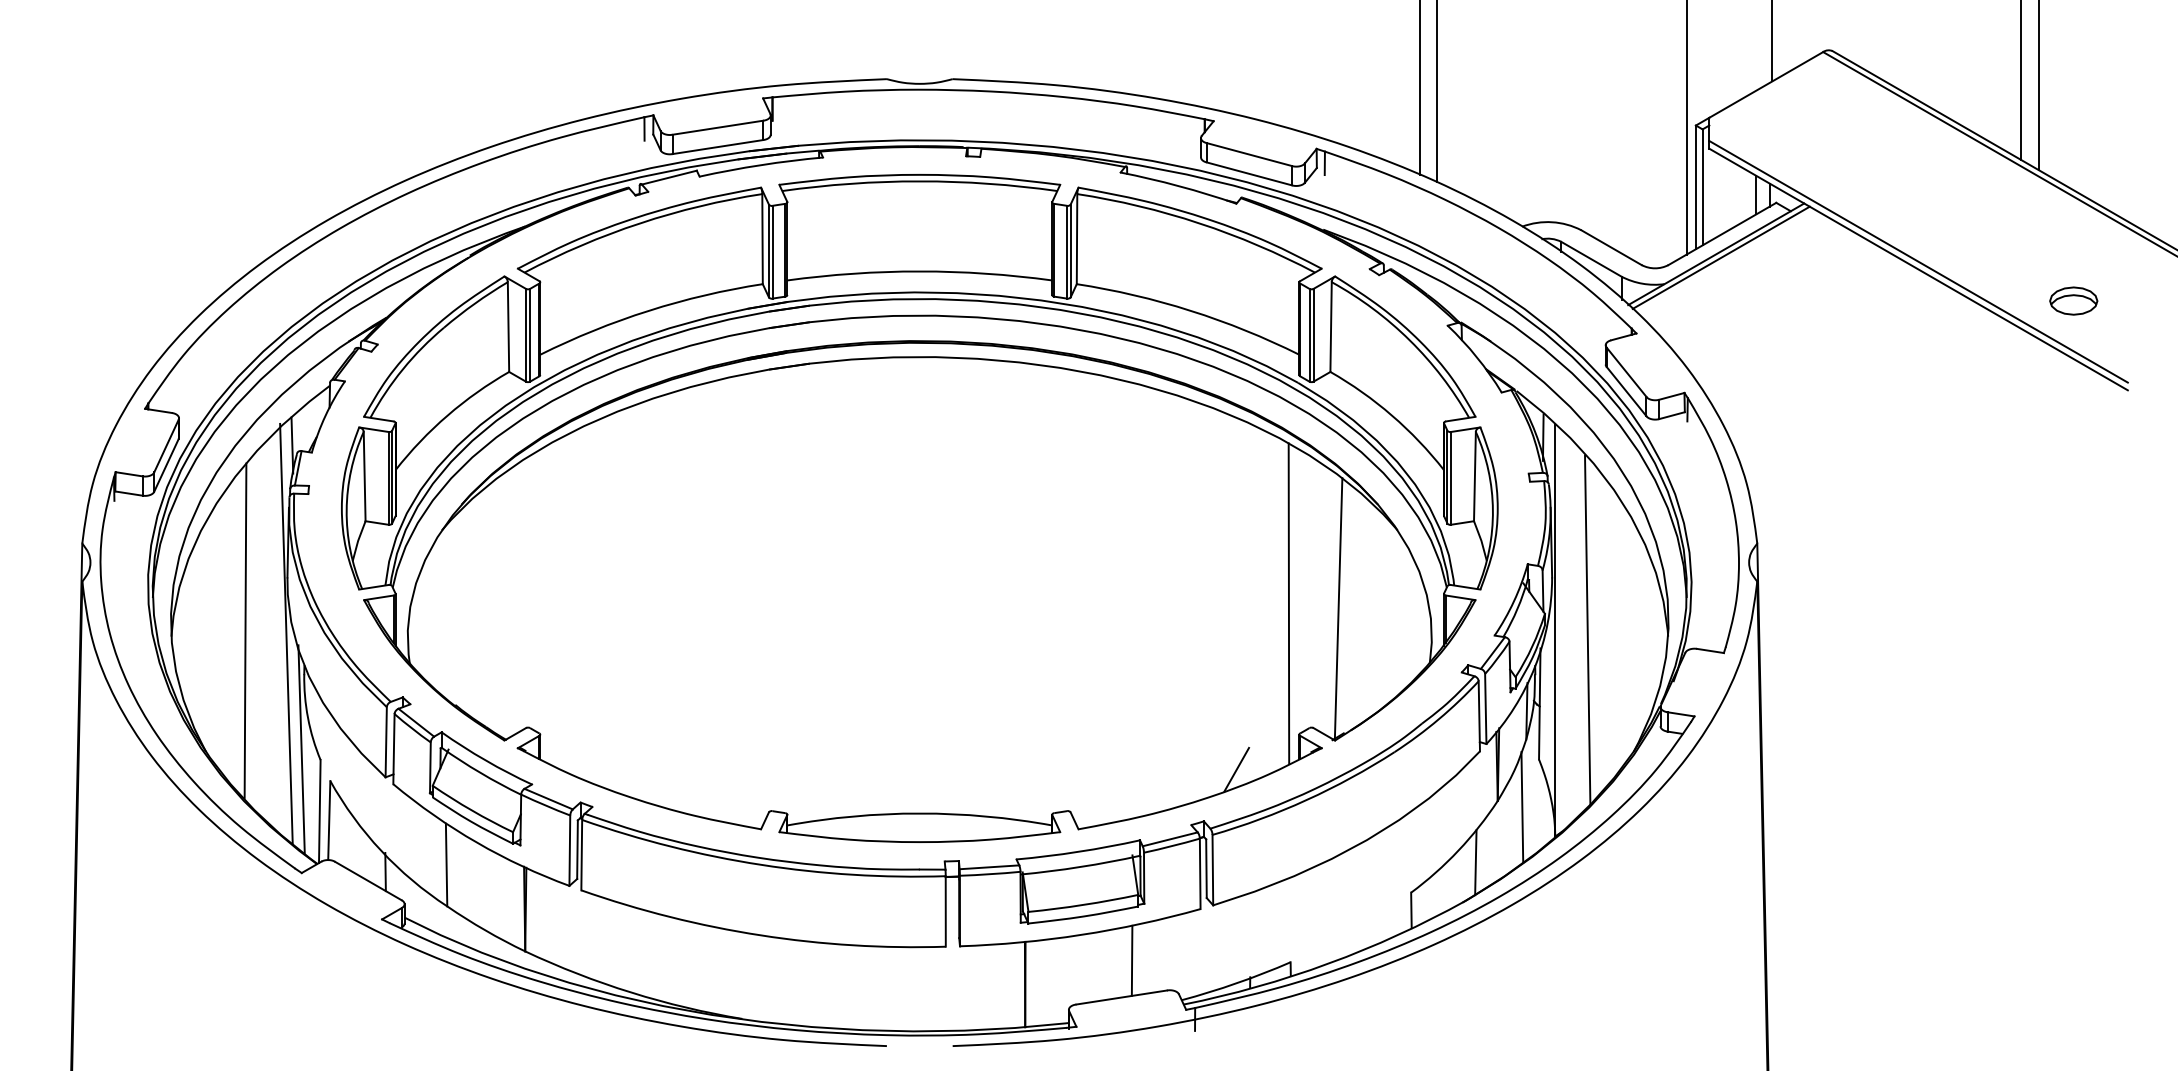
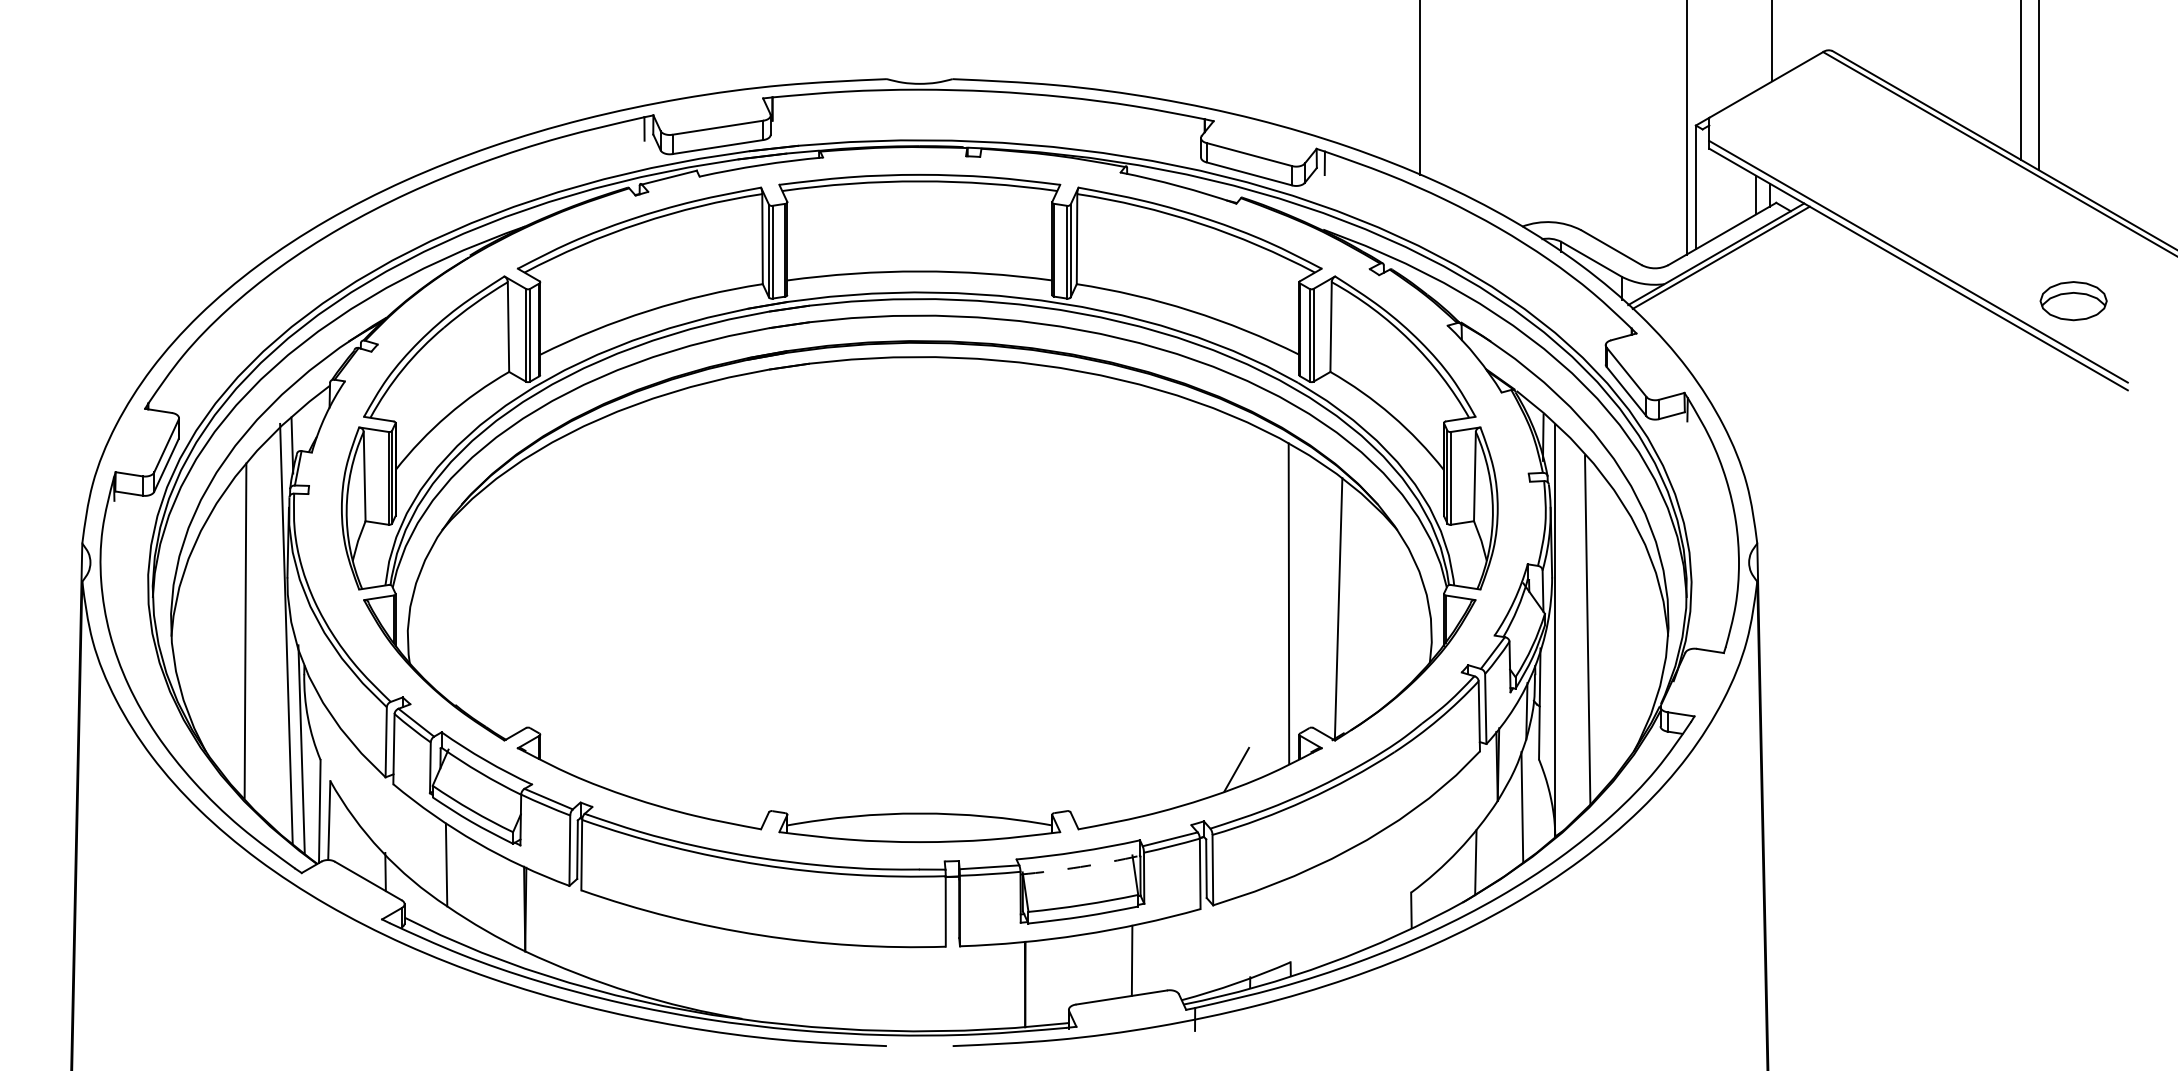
line at (1437, 92): present -> none
line at (1702, 187): present -> none
part at (2073, 300) size: 50x30 px -> 69x41 px
arc at (1080, 867): solid -> dashed
